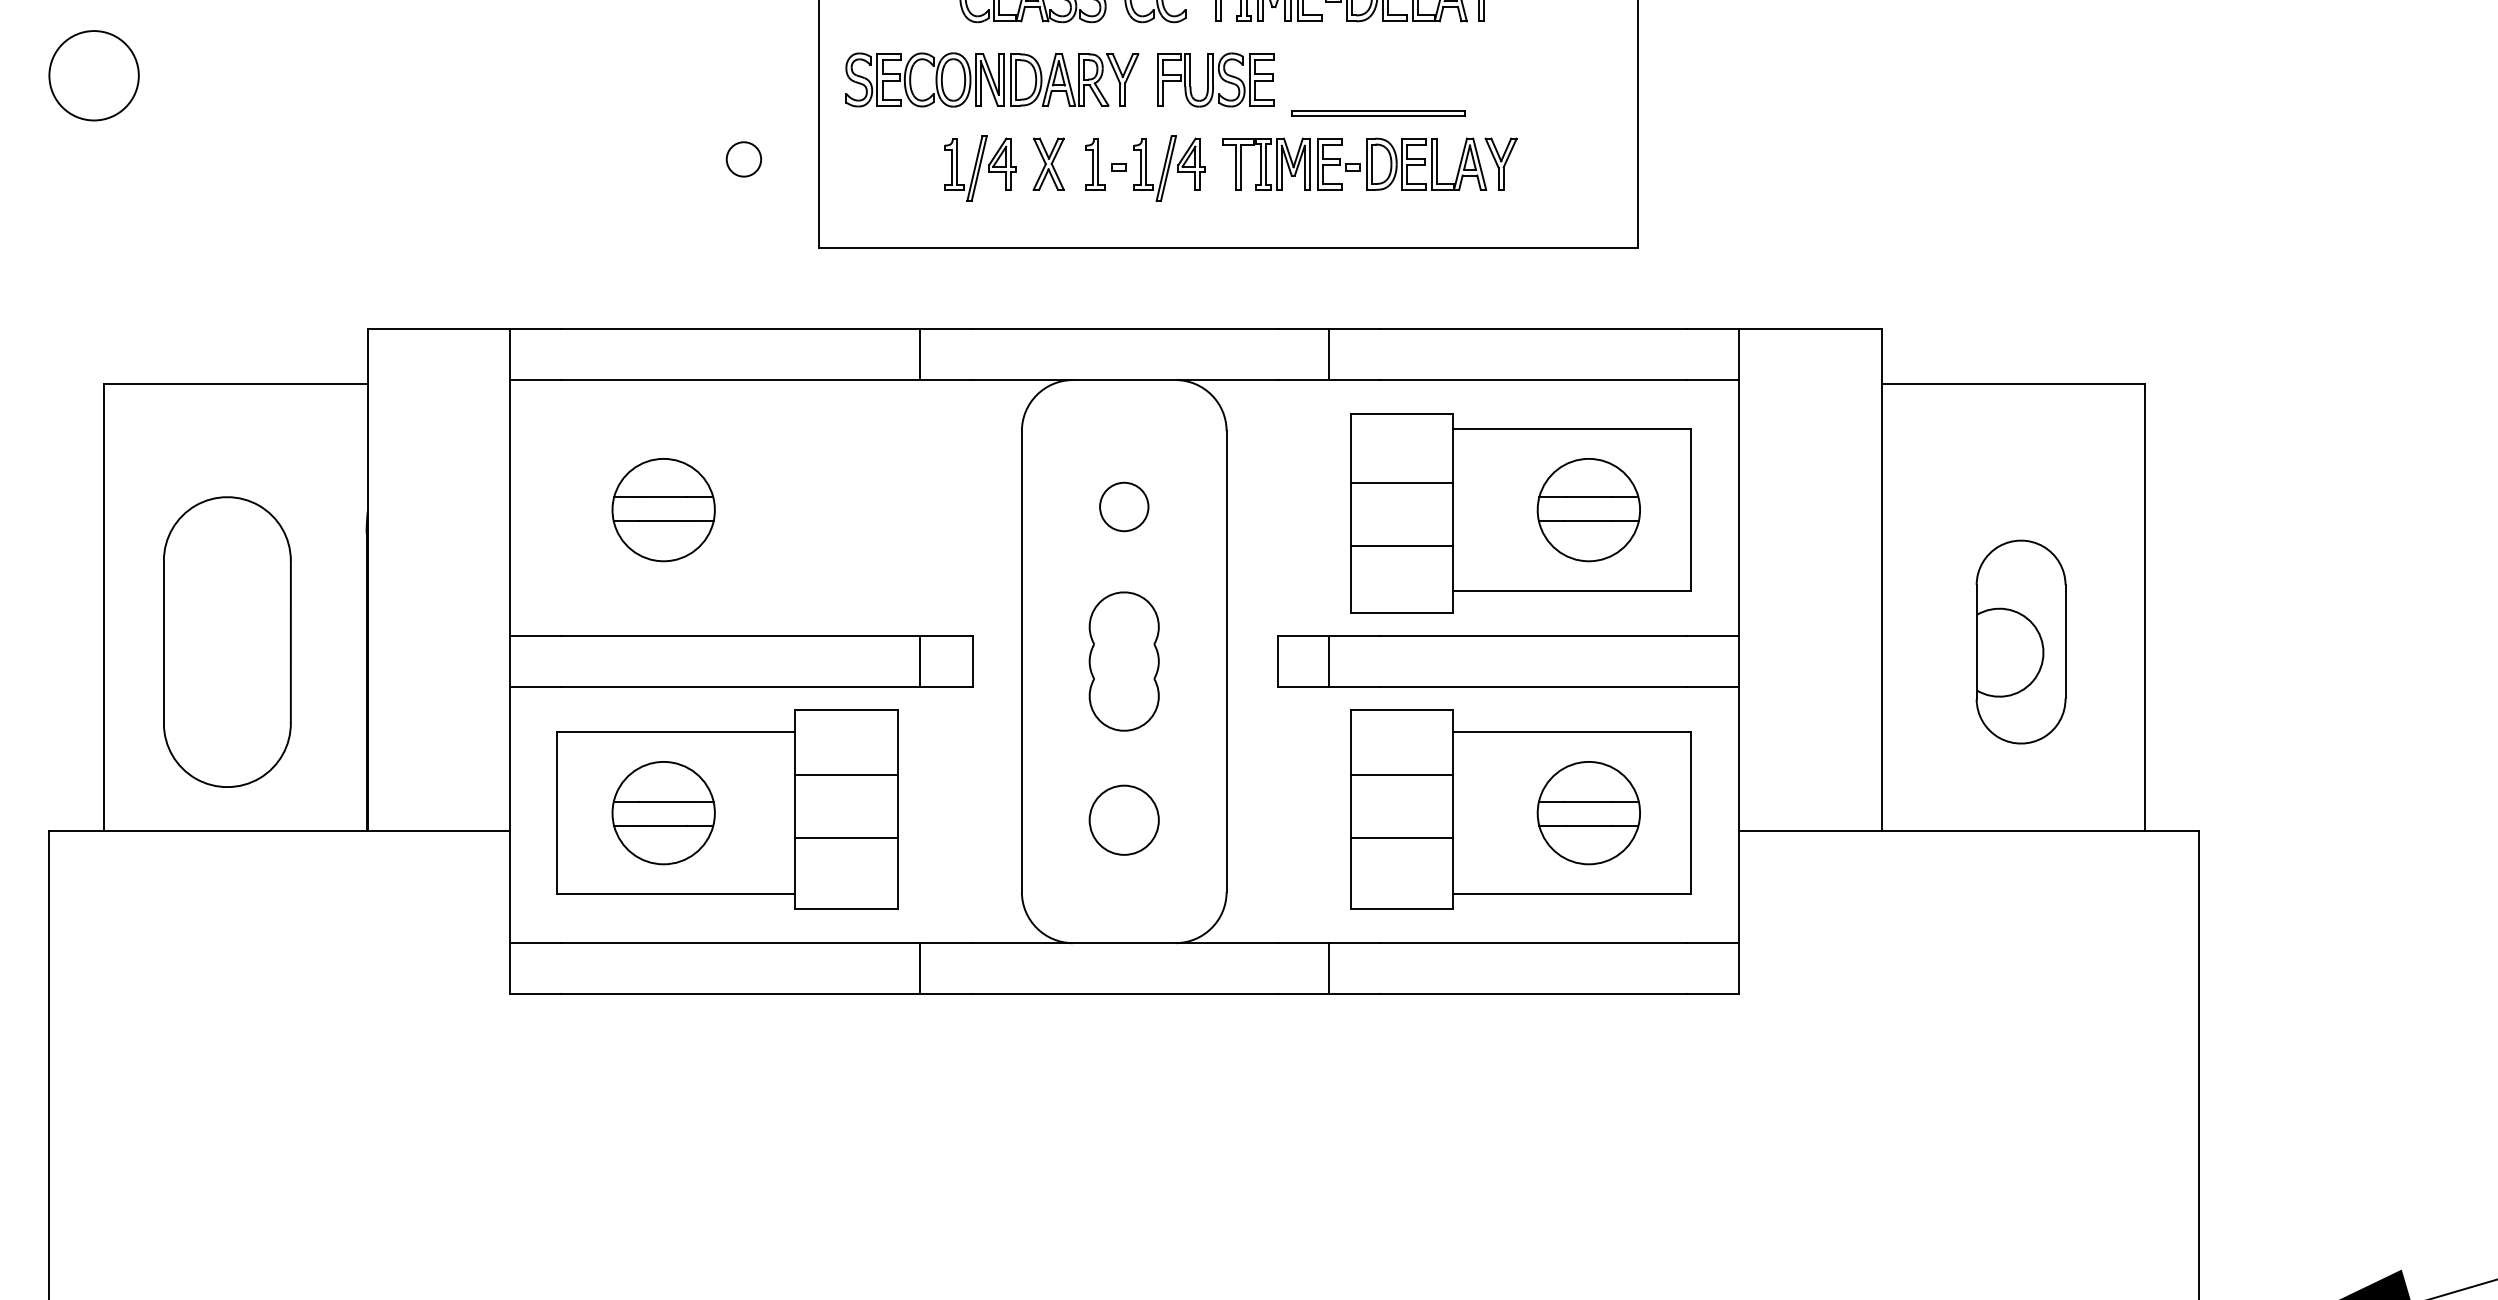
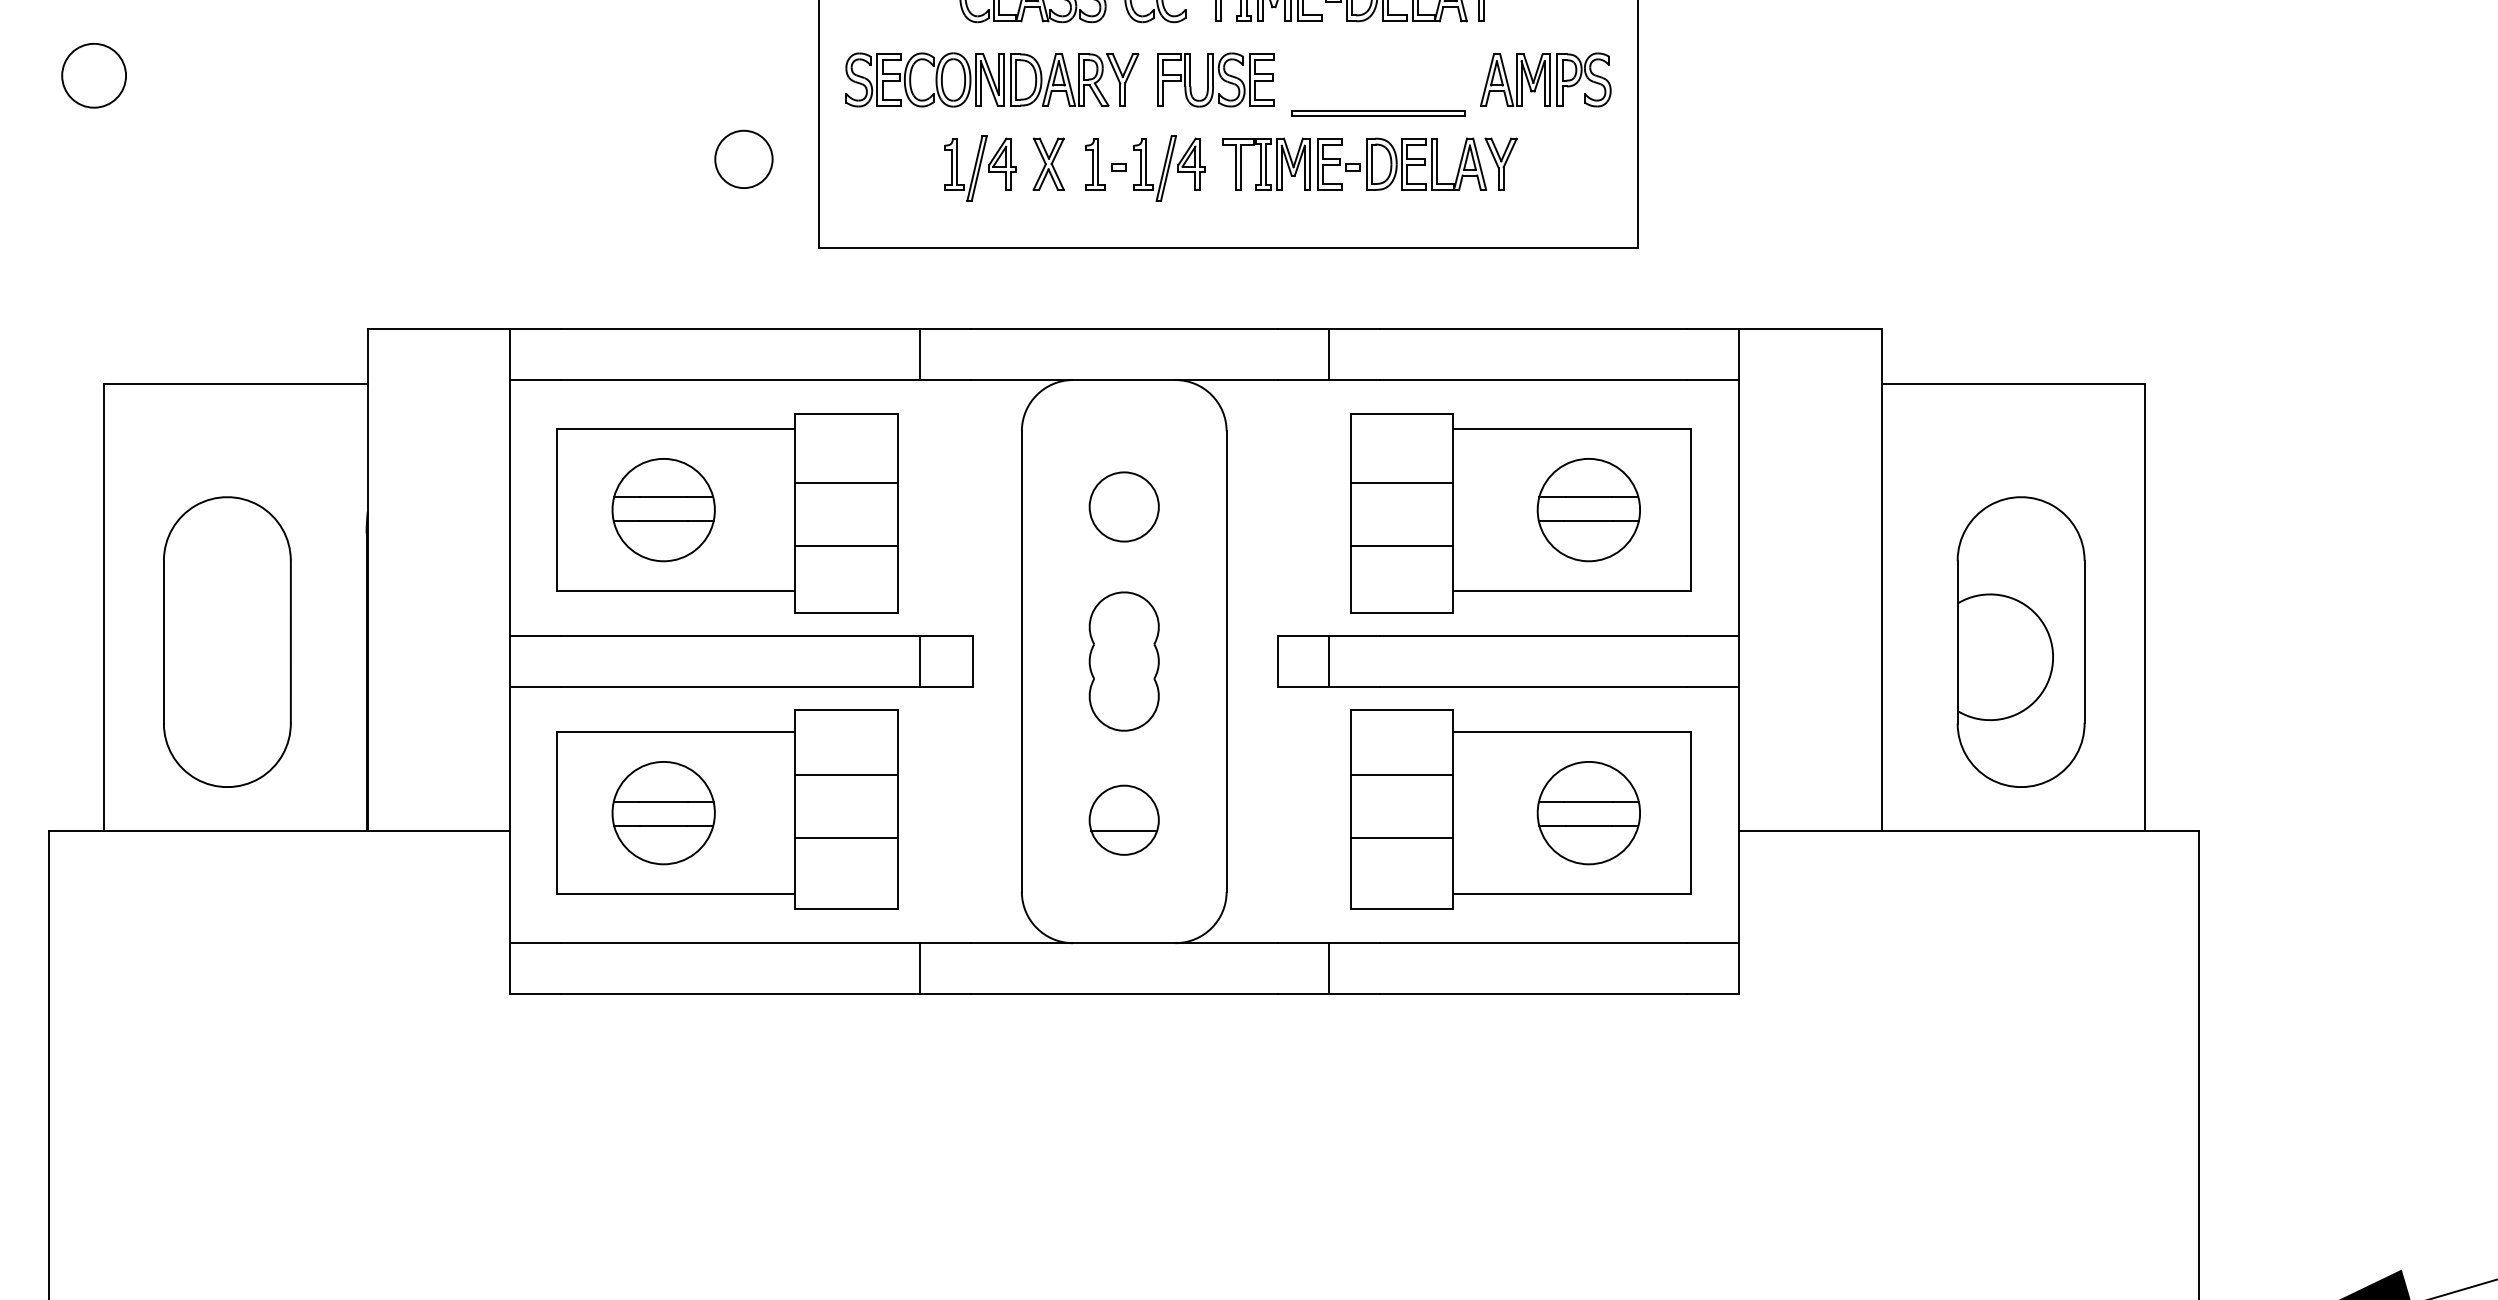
circle at (93, 75) diameter: 89 px -> 64 px
part at (1545, 79): none -> present
circle at (743, 159) diameter: 34 px -> 57 px
circle at (1124, 506) diameter: 48 px -> 69 px
part at (727, 513): none -> present
part at (2020, 641) size: 92x206 px -> 130x292 px
line at (1124, 830): none -> present
